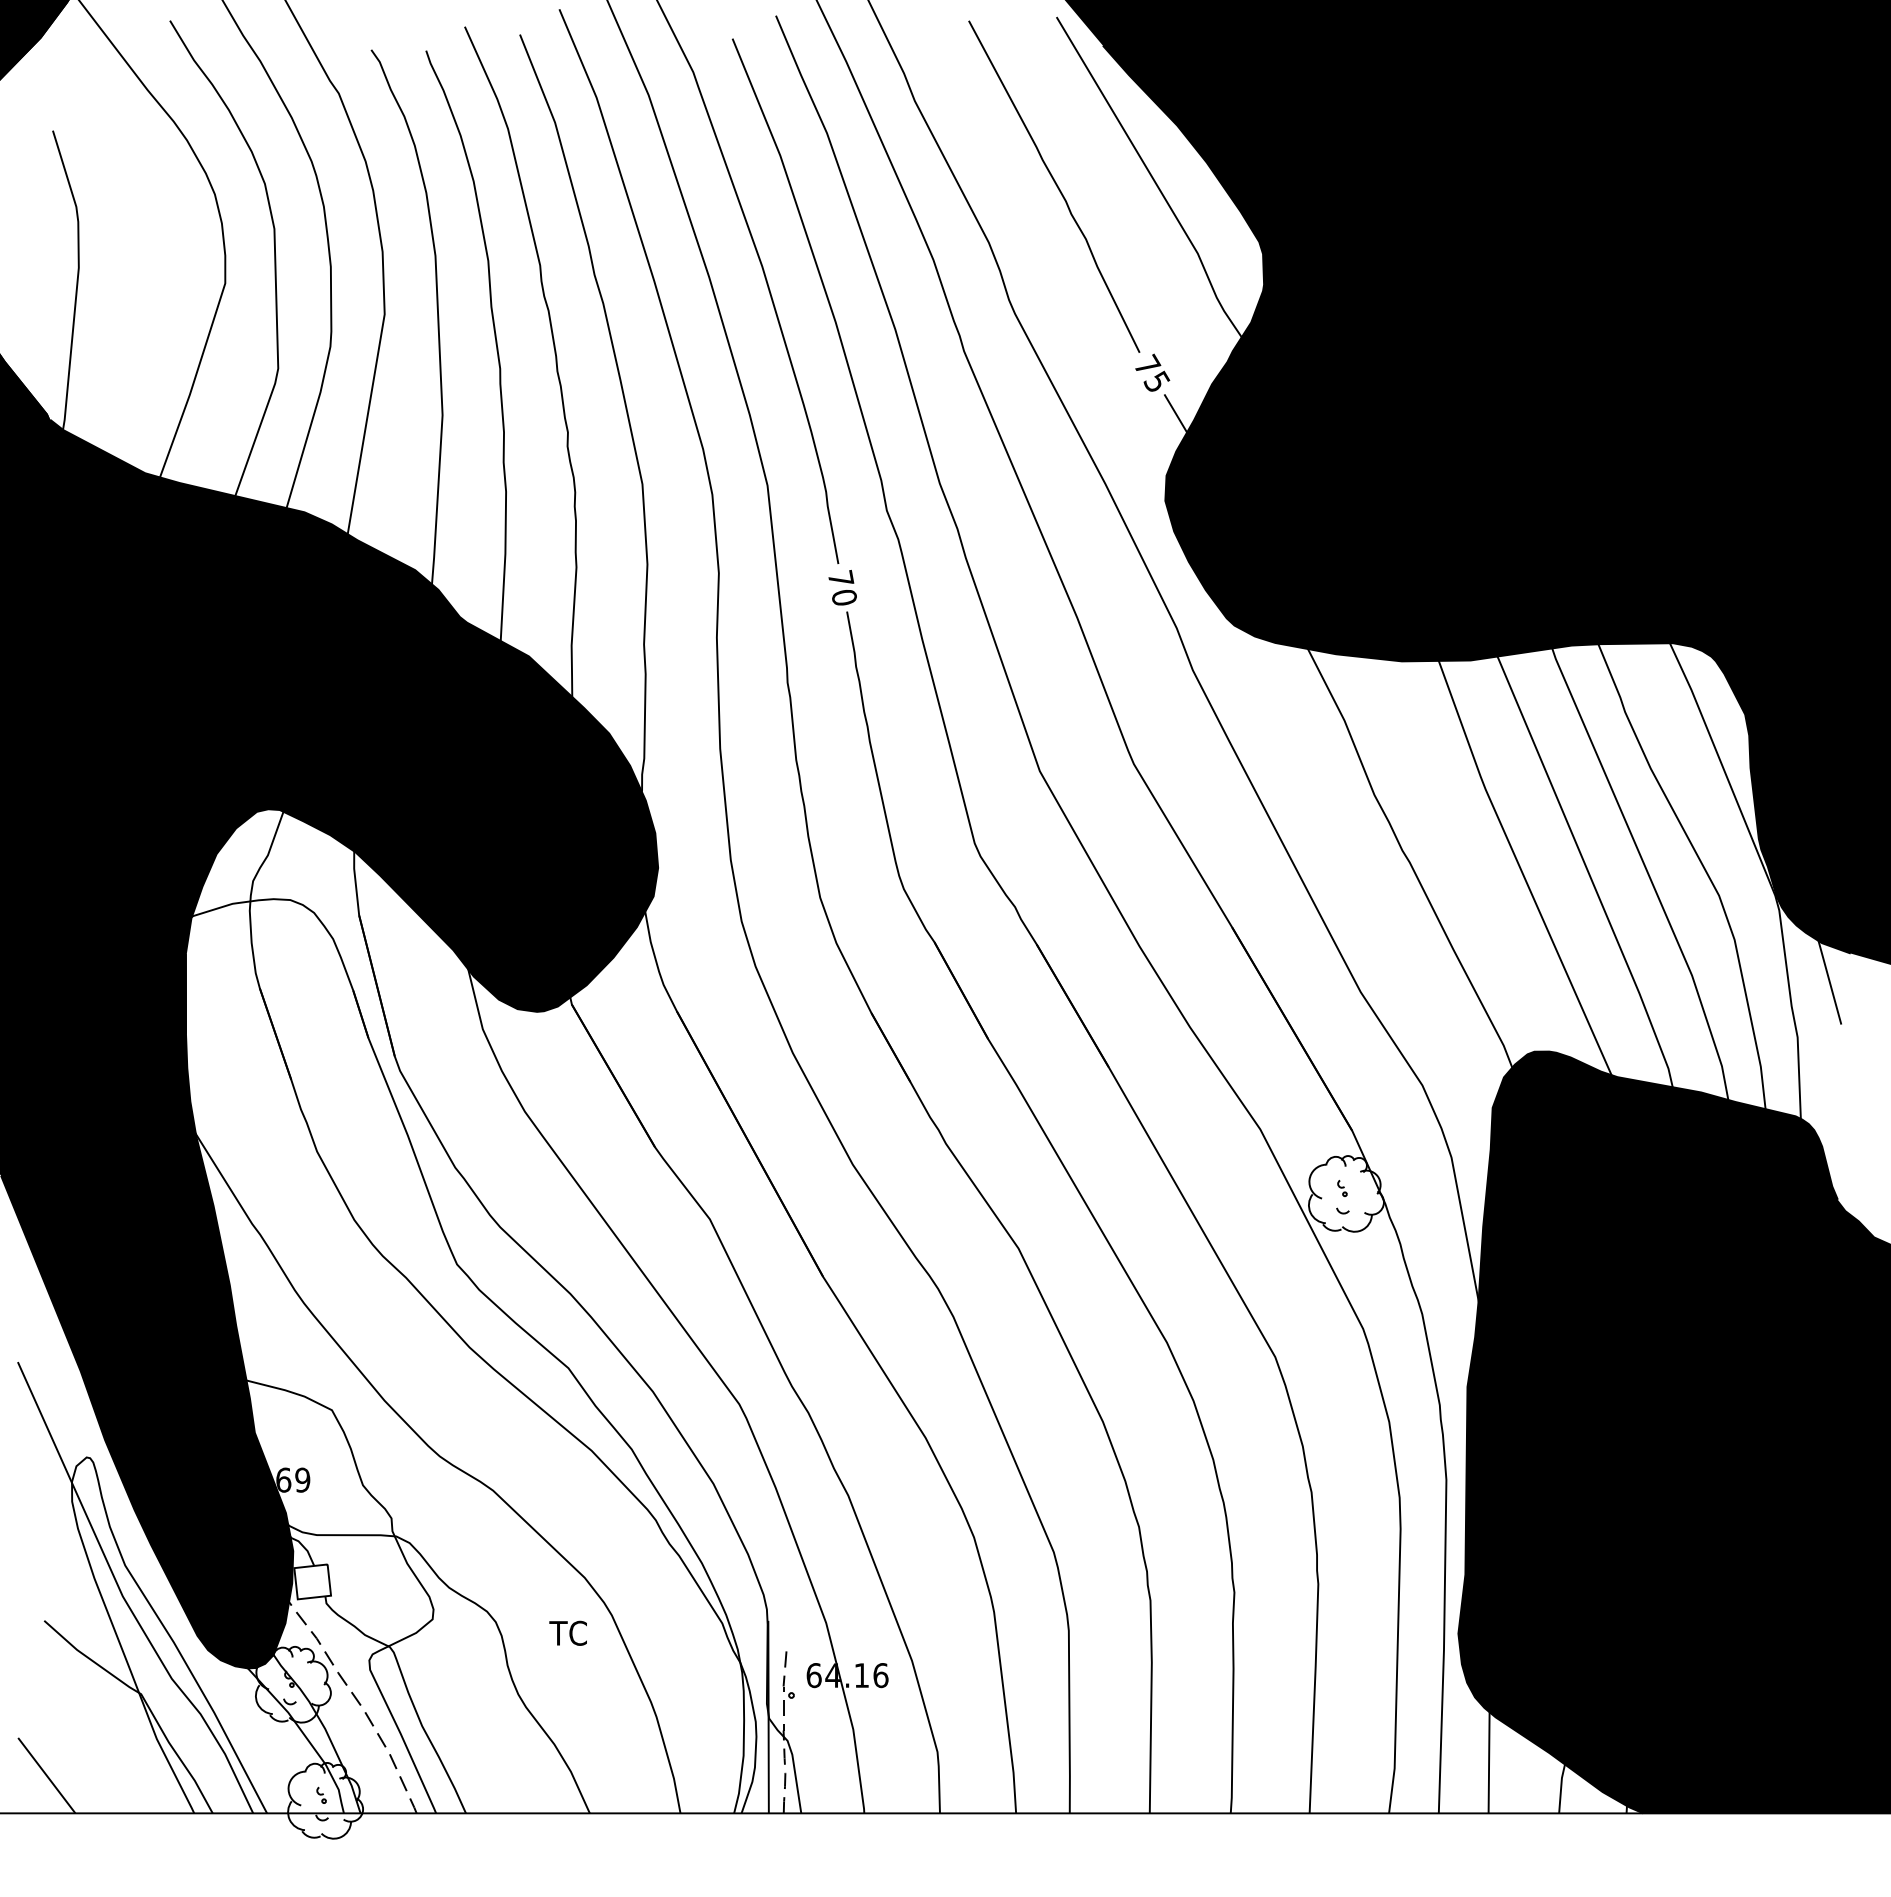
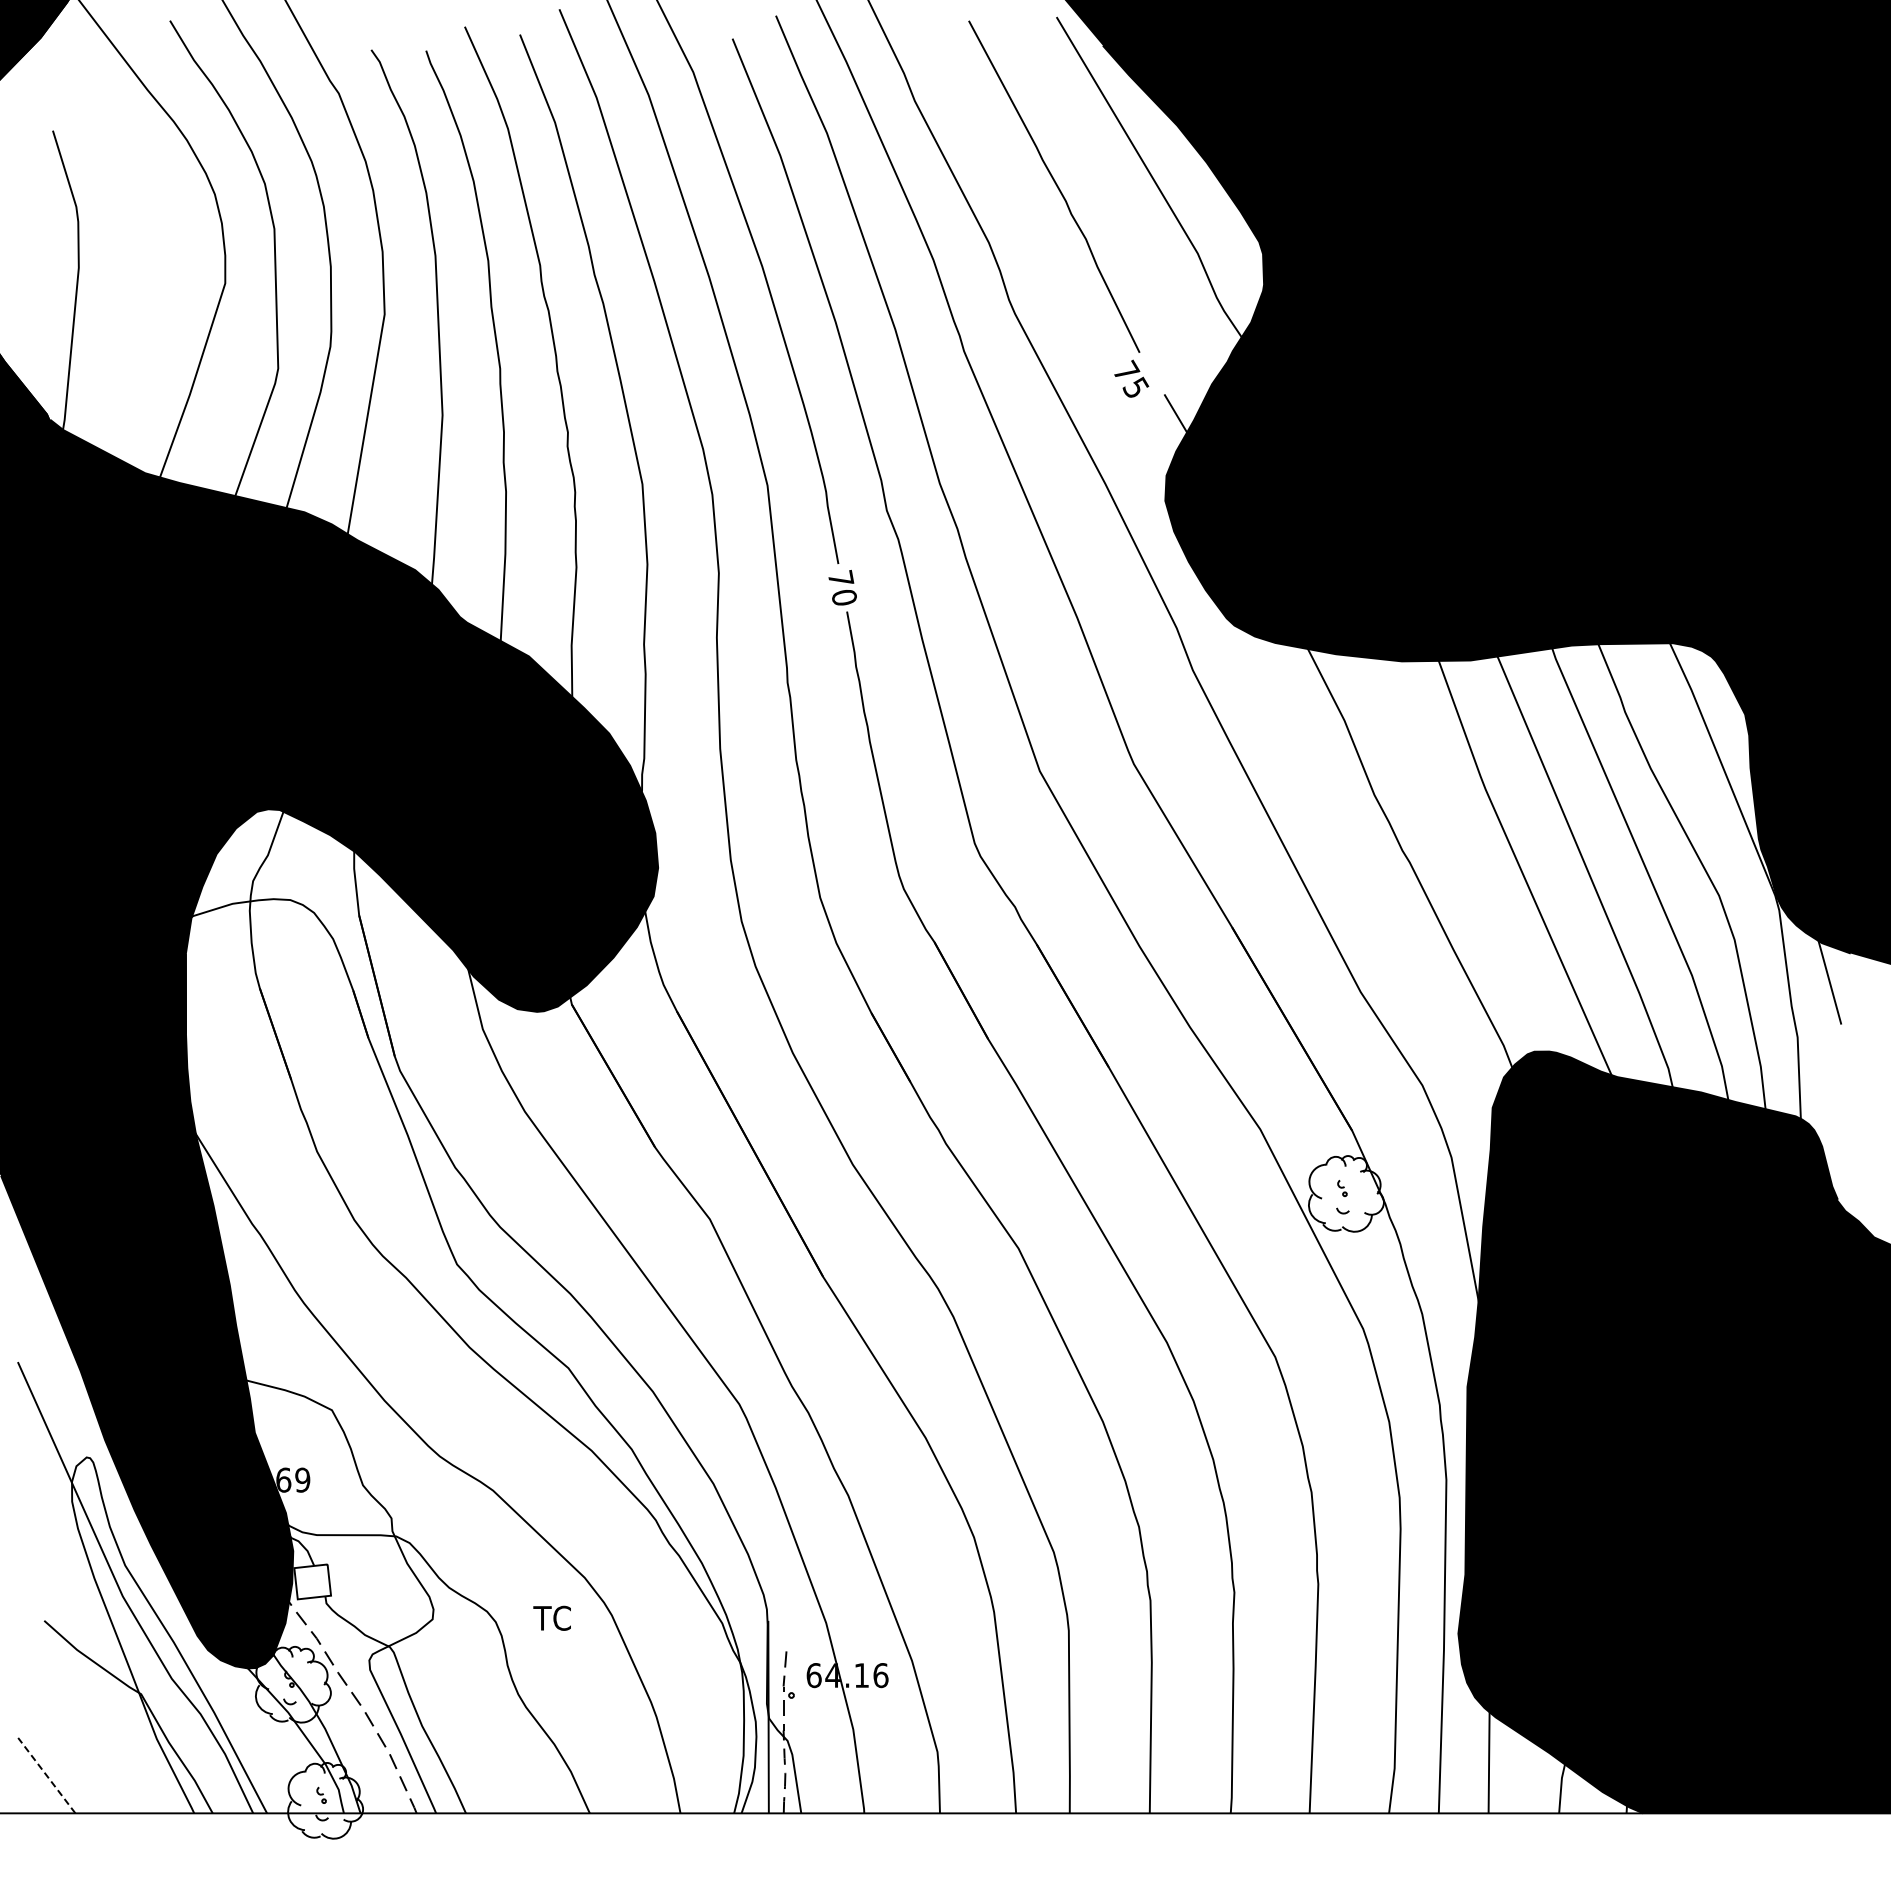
text at (1152, 372) position: (1152, 372) -> (1131, 378)
text at (567, 1632) position: (567, 1632) -> (551, 1617)
line at (46, 1775): solid -> dashed
